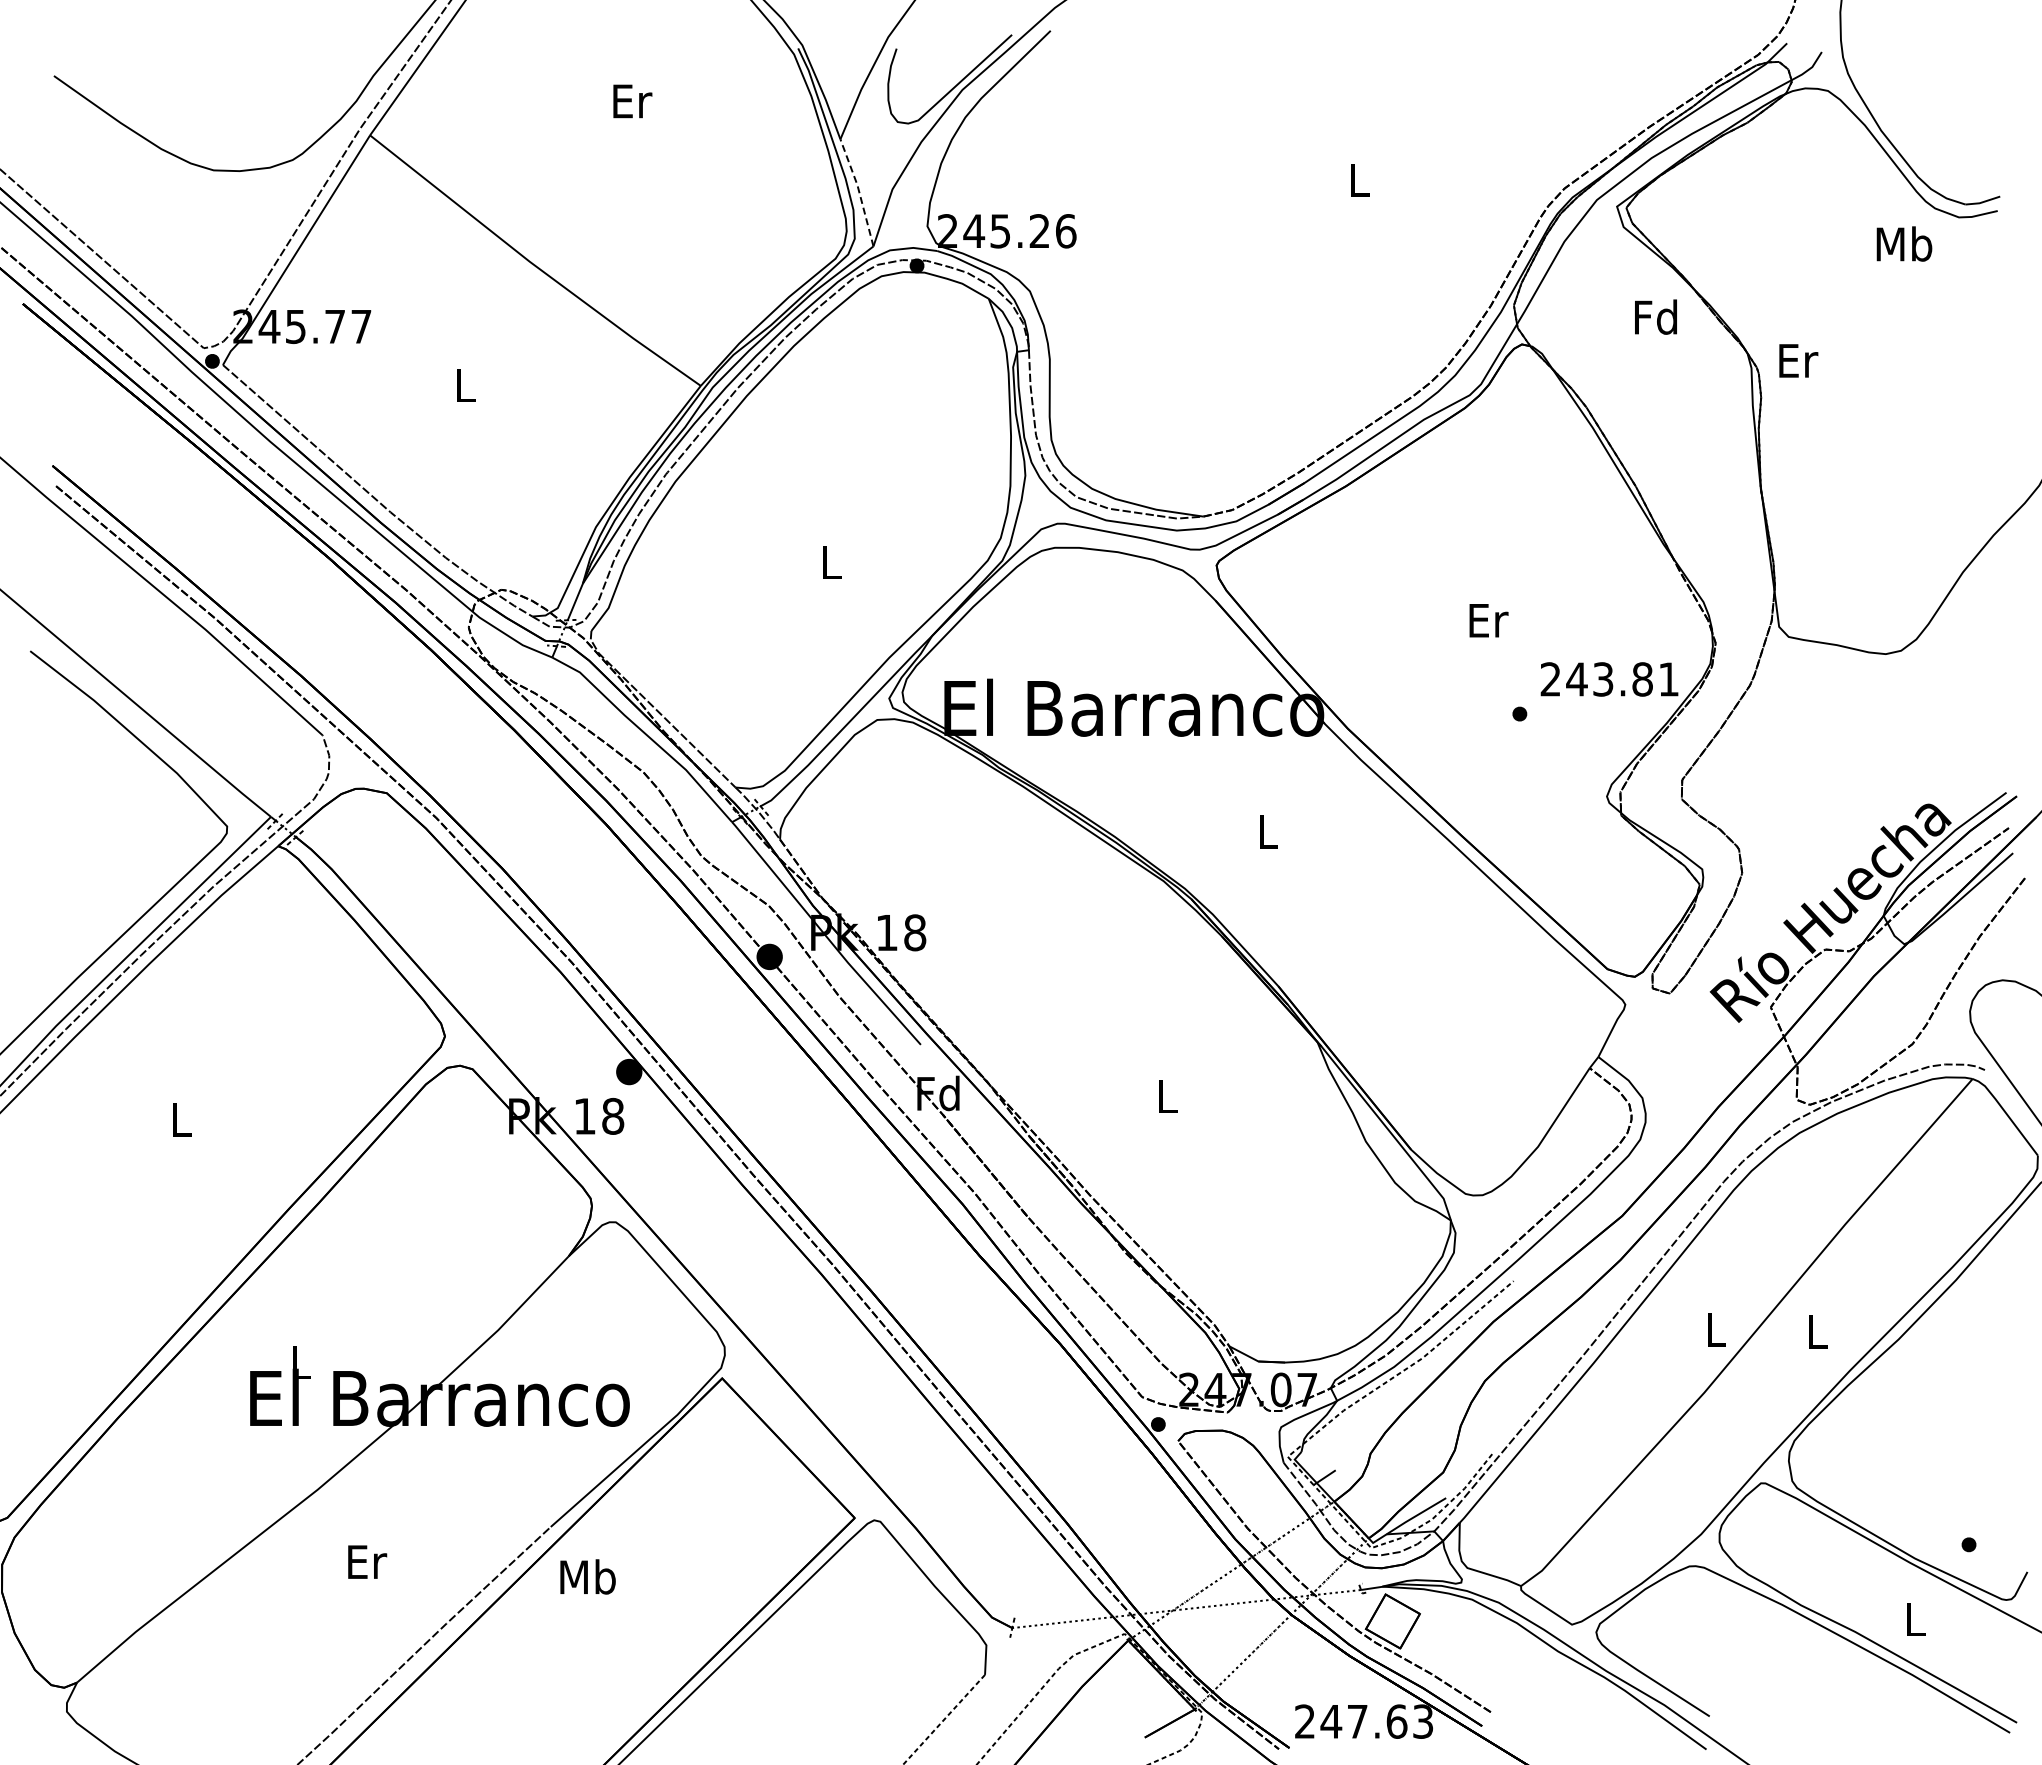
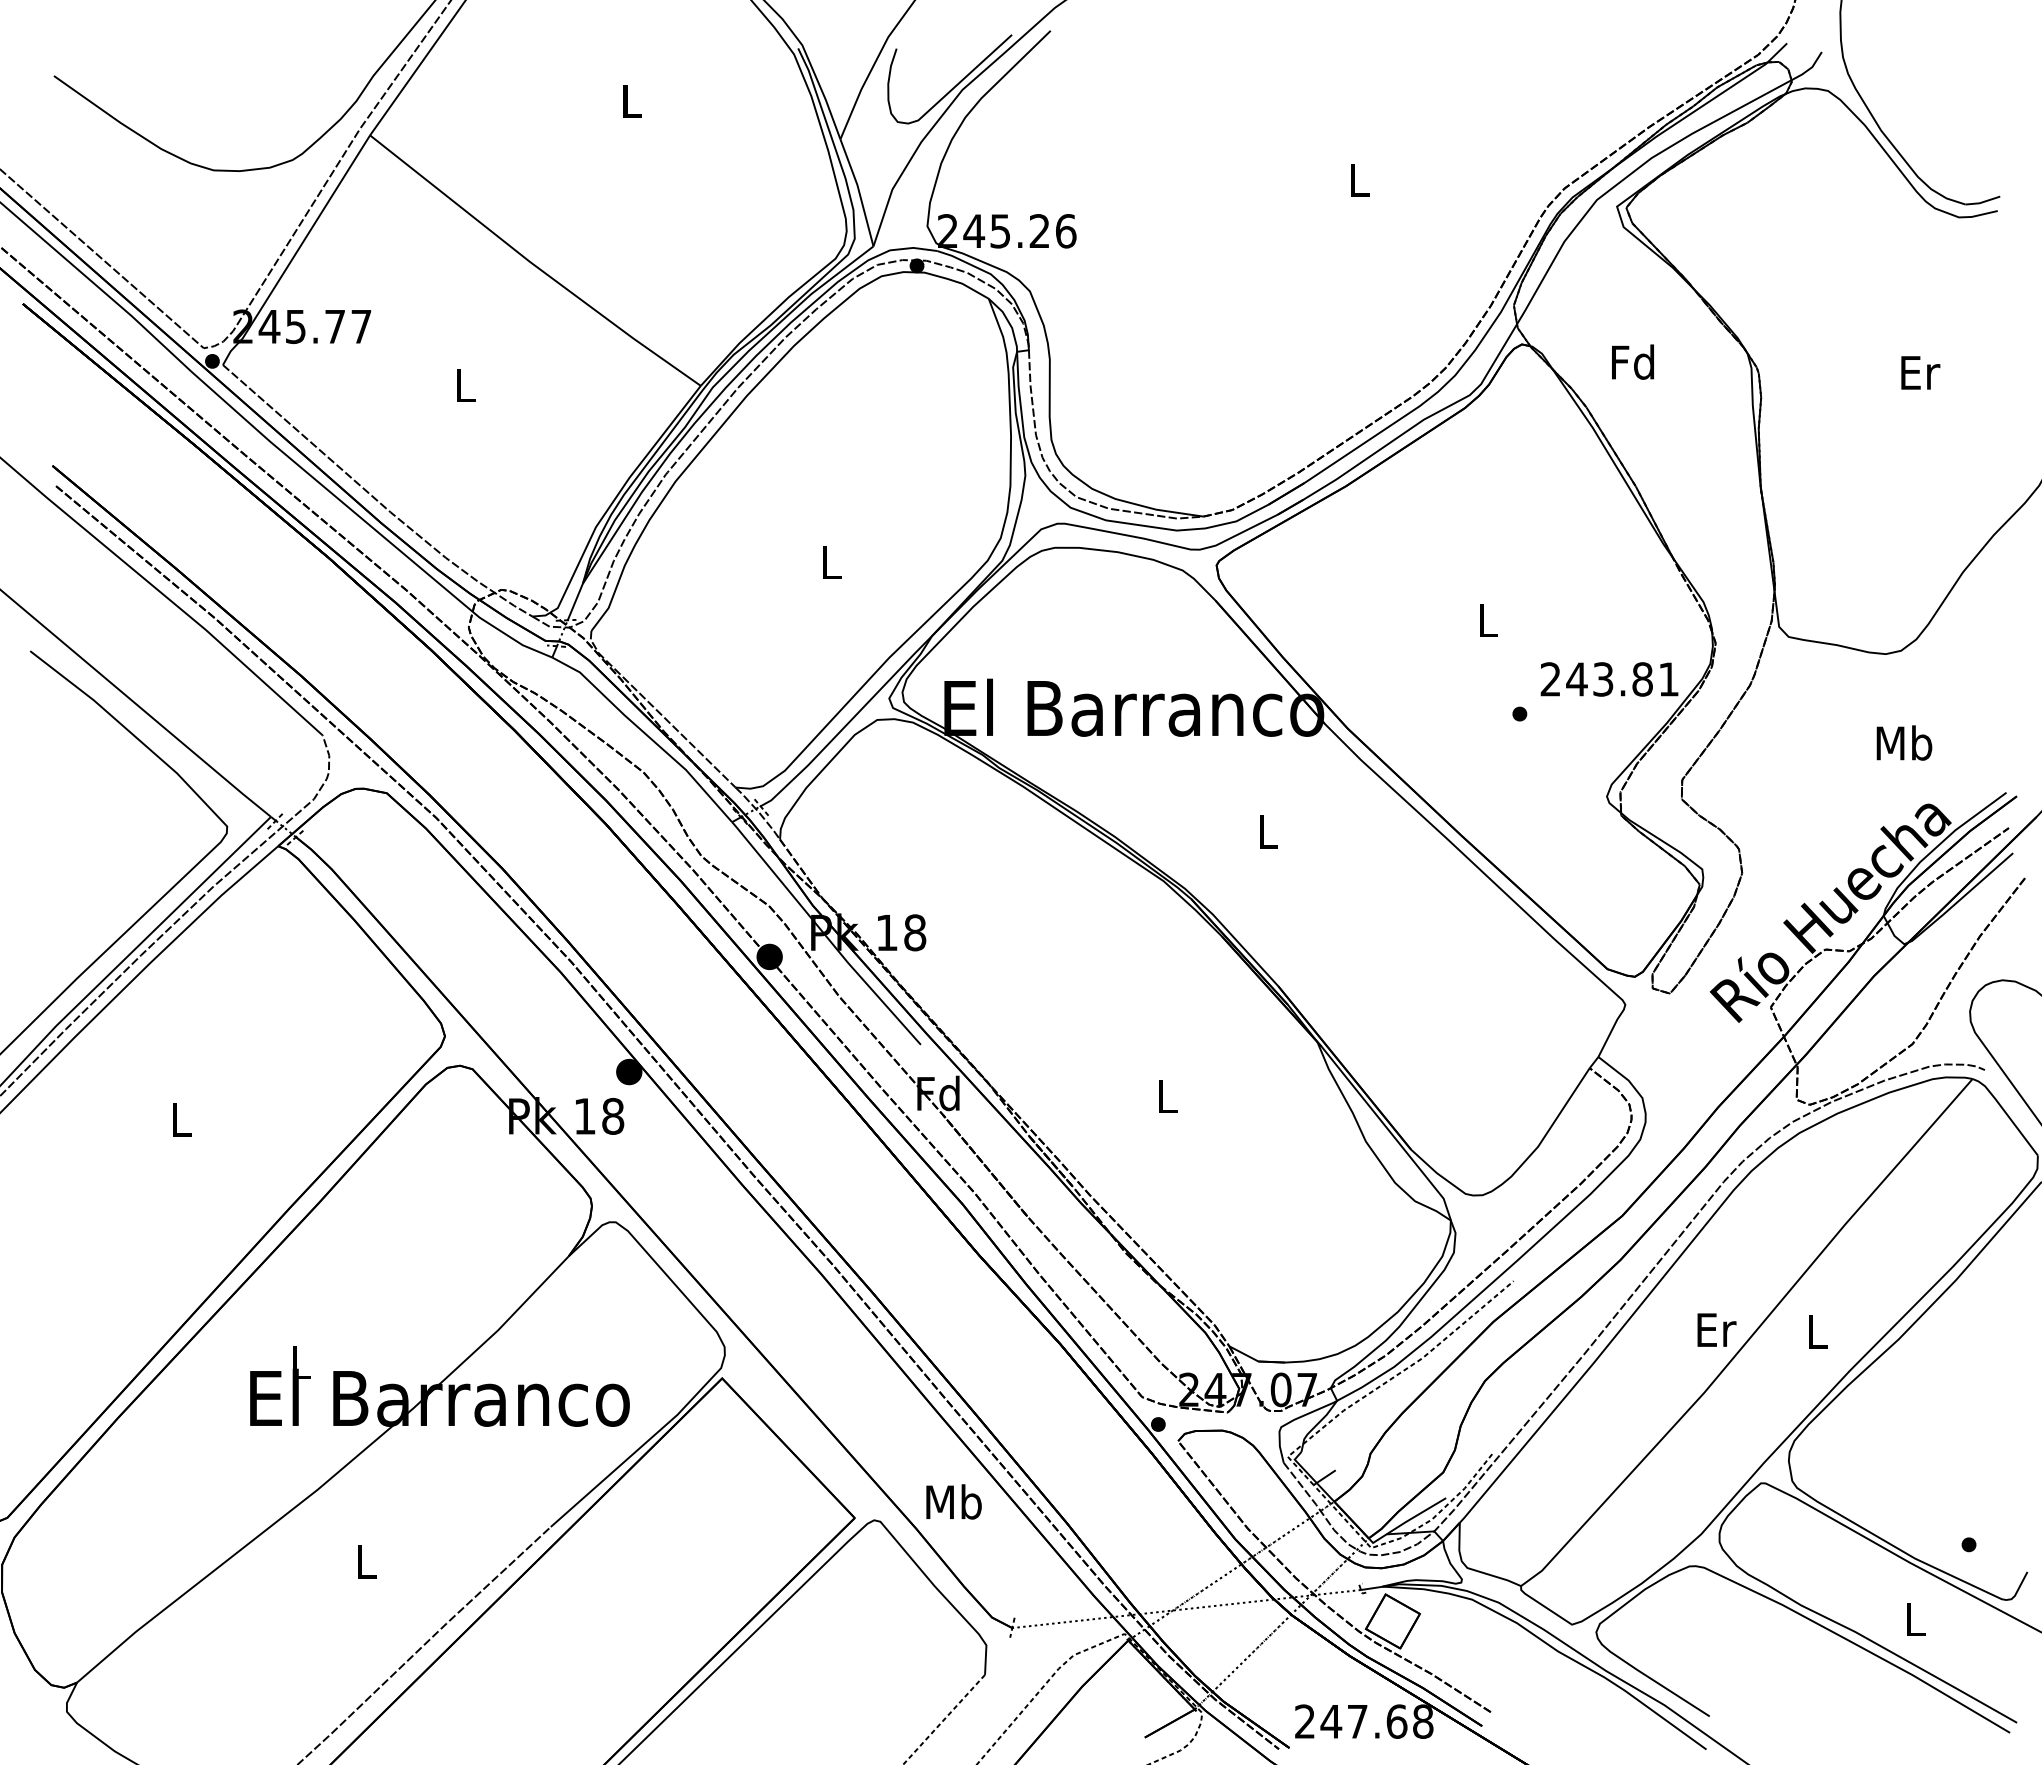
text at (632, 101): Er -> L
line at (859, 191): dashed -> solid
text at (1904, 243) position: (1904, 243) -> (1904, 742)
text at (1655, 316) position: (1655, 316) -> (1632, 361)
text at (1798, 360) position: (1798, 360) -> (1920, 372)
text at (1488, 620): Er -> L
text at (1716, 1329): L -> Er
text at (367, 1561): Er -> L
text at (587, 1576) position: (587, 1576) -> (953, 1501)
text at (1423, 1721): 247.63 -> 247.68
